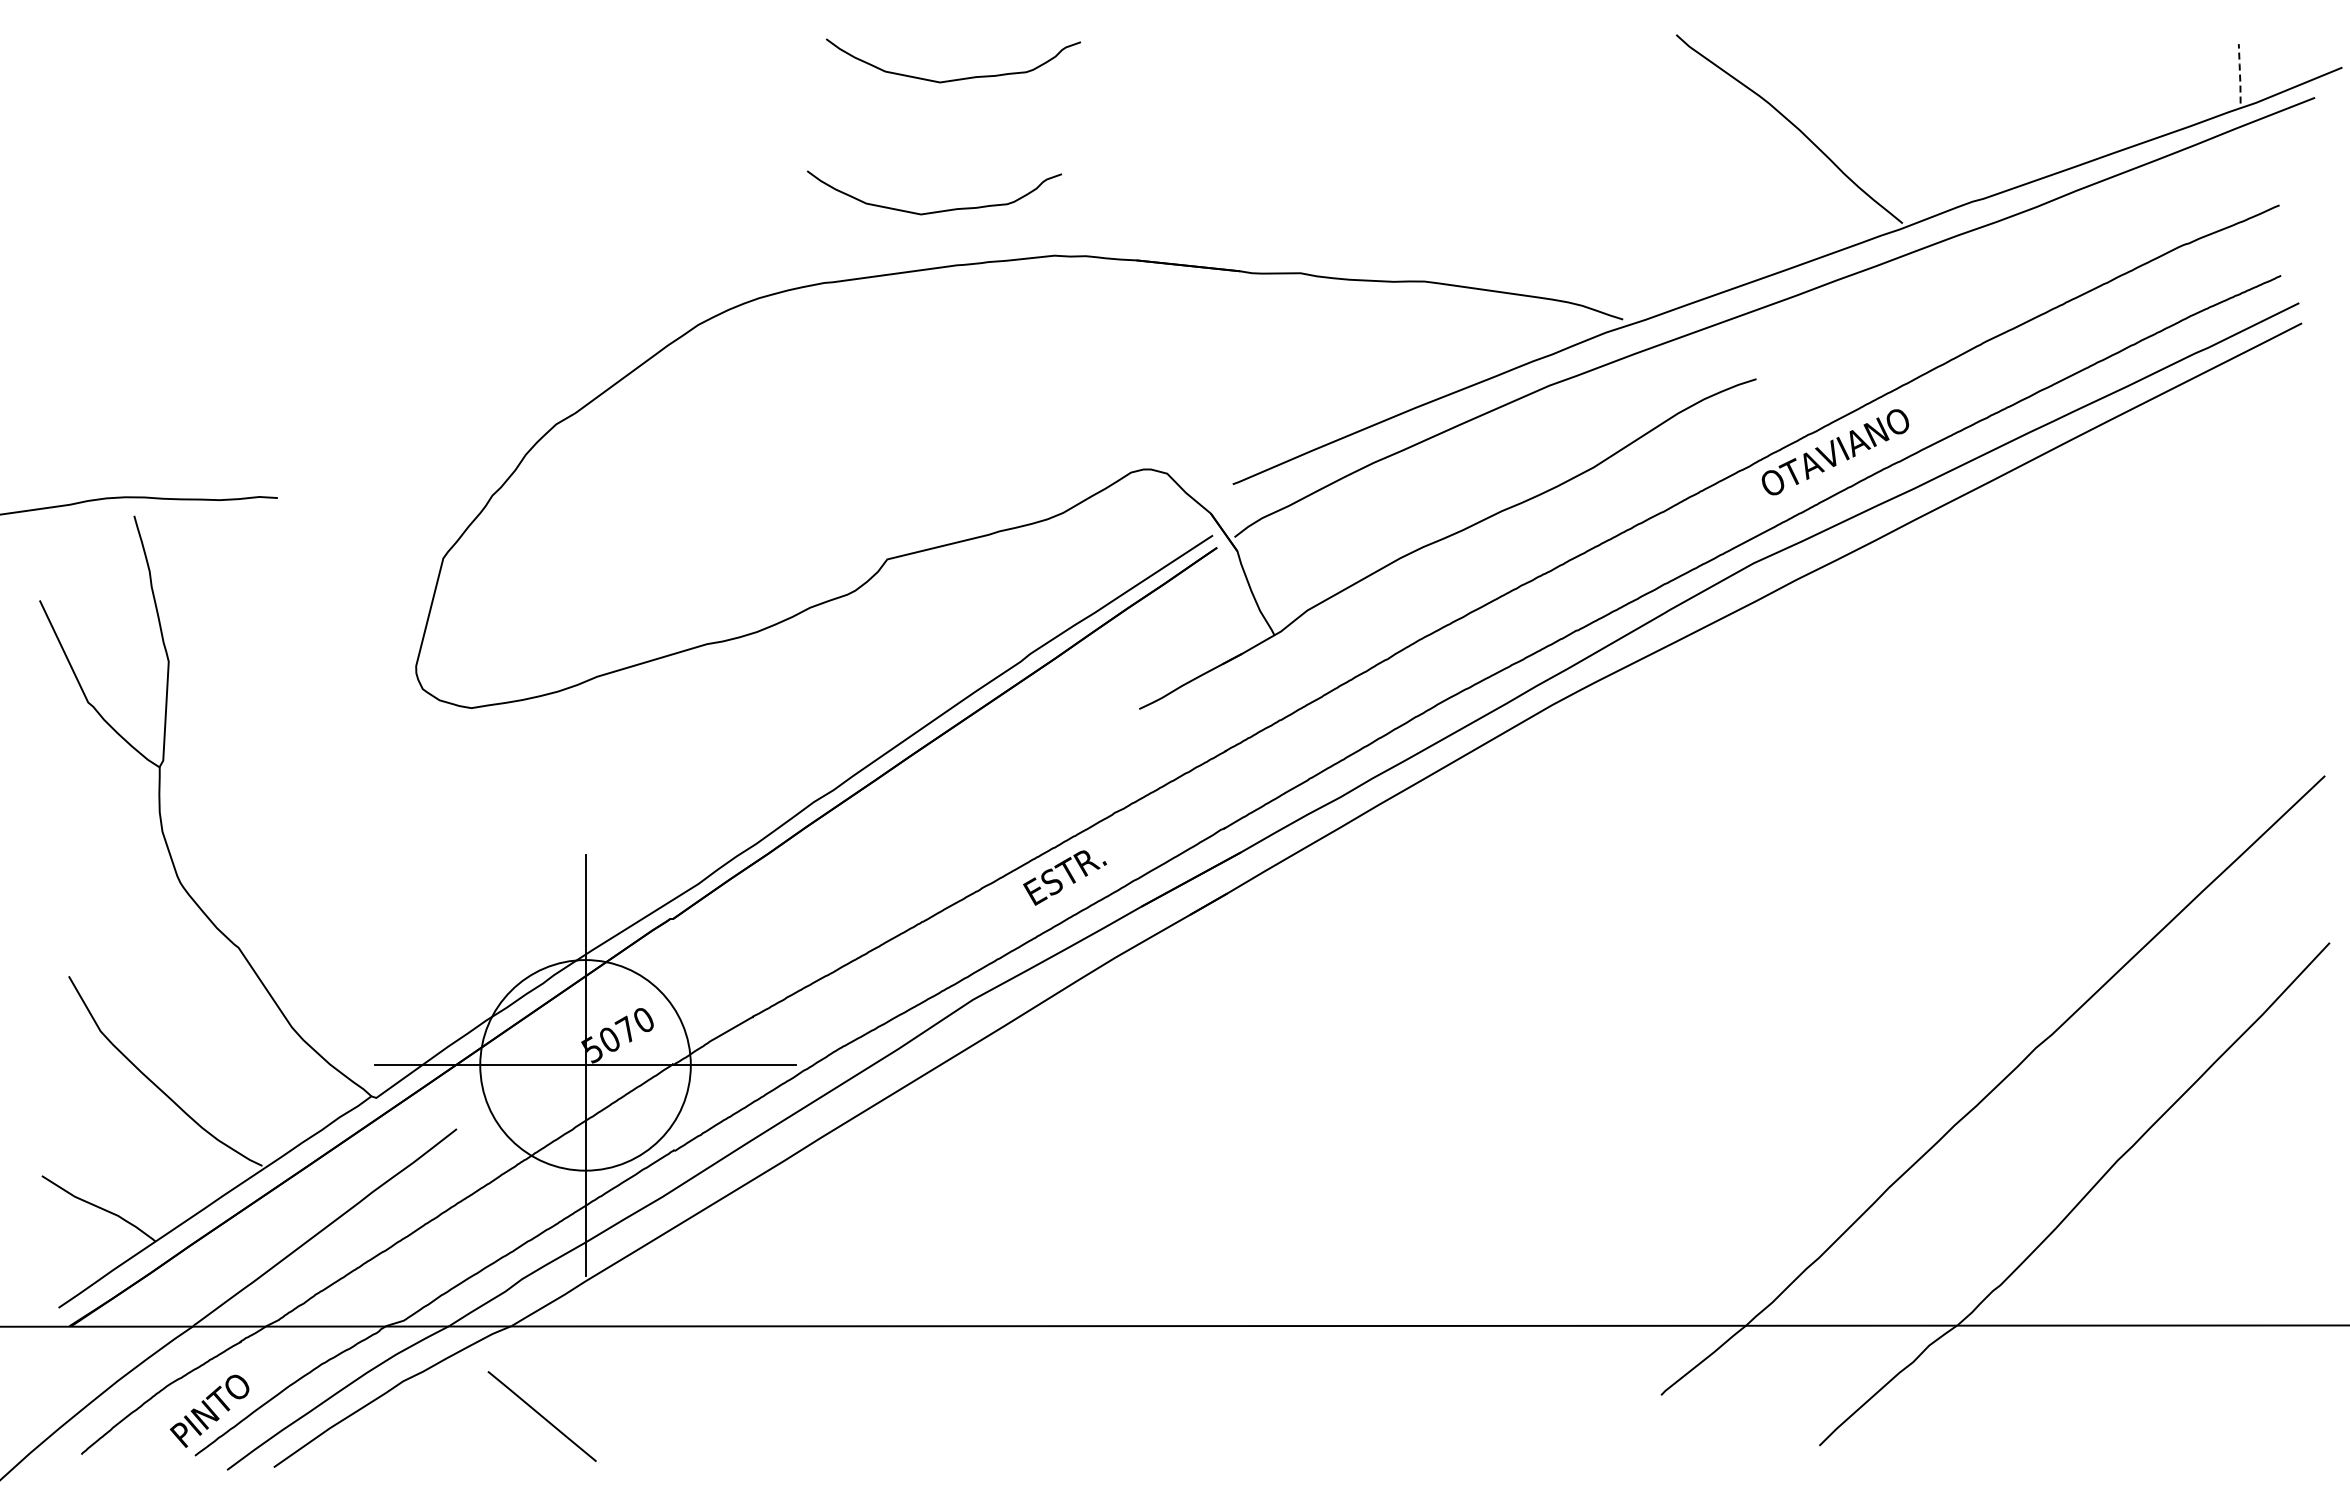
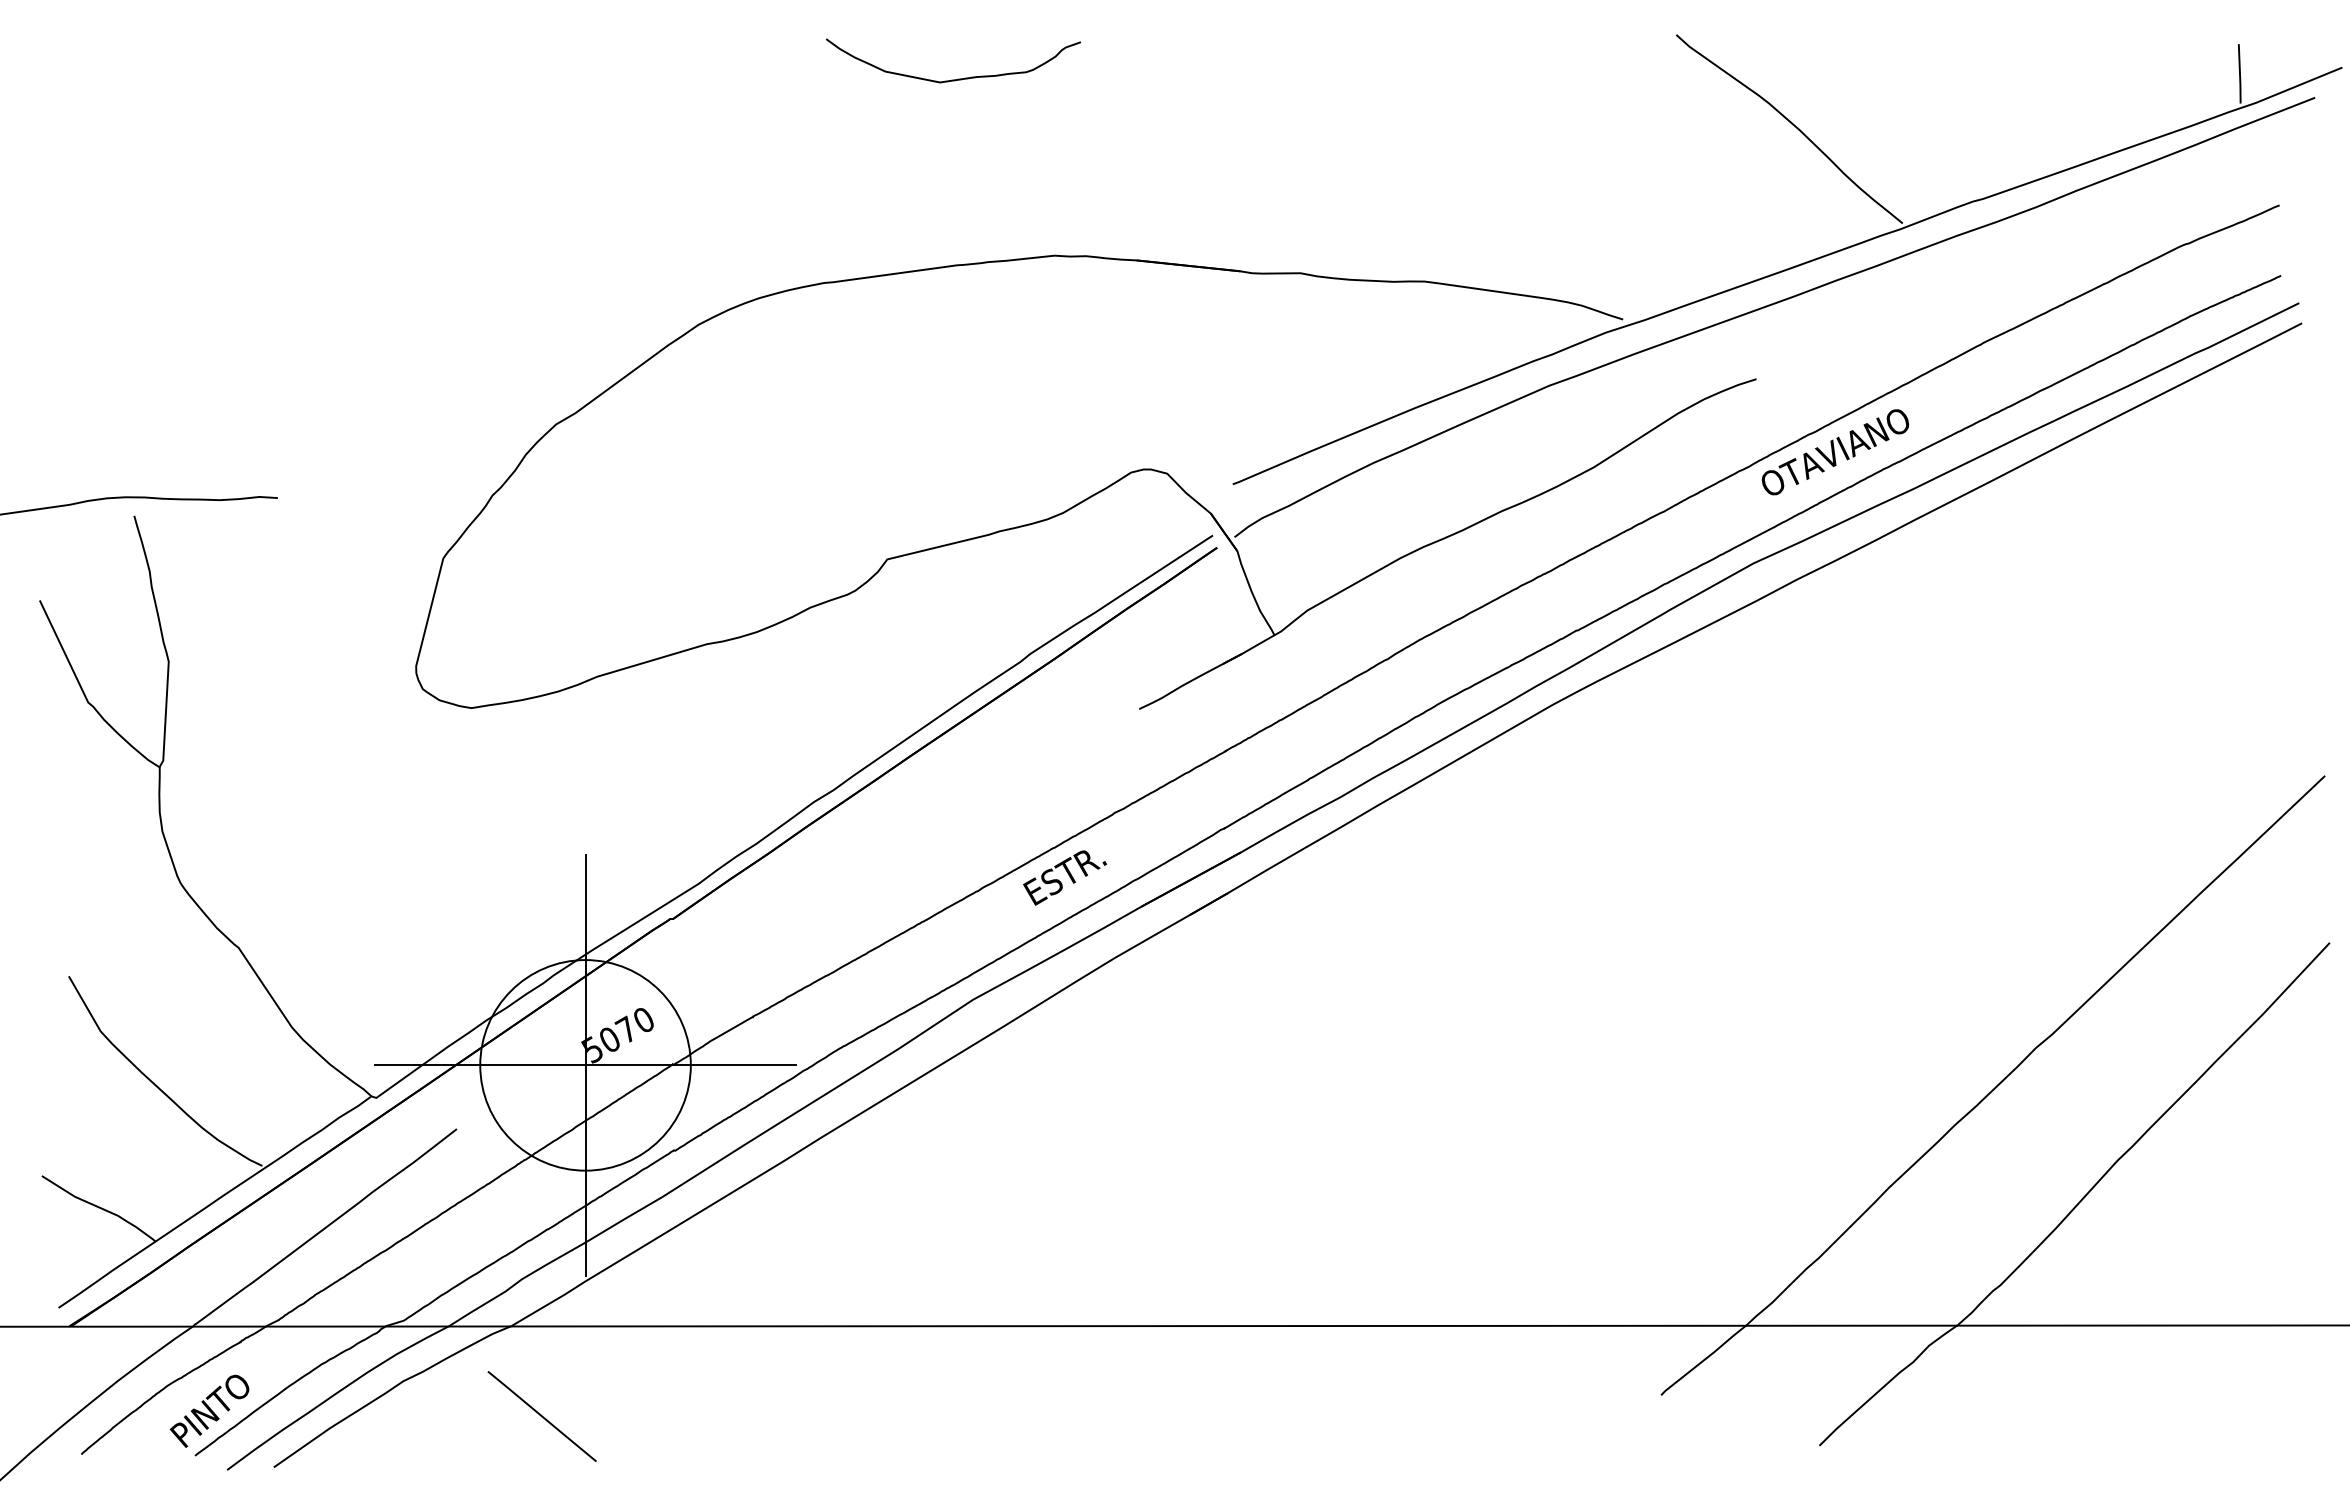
line at (2239, 73): dashed -> solid
curve at (939, 210): present -> none
